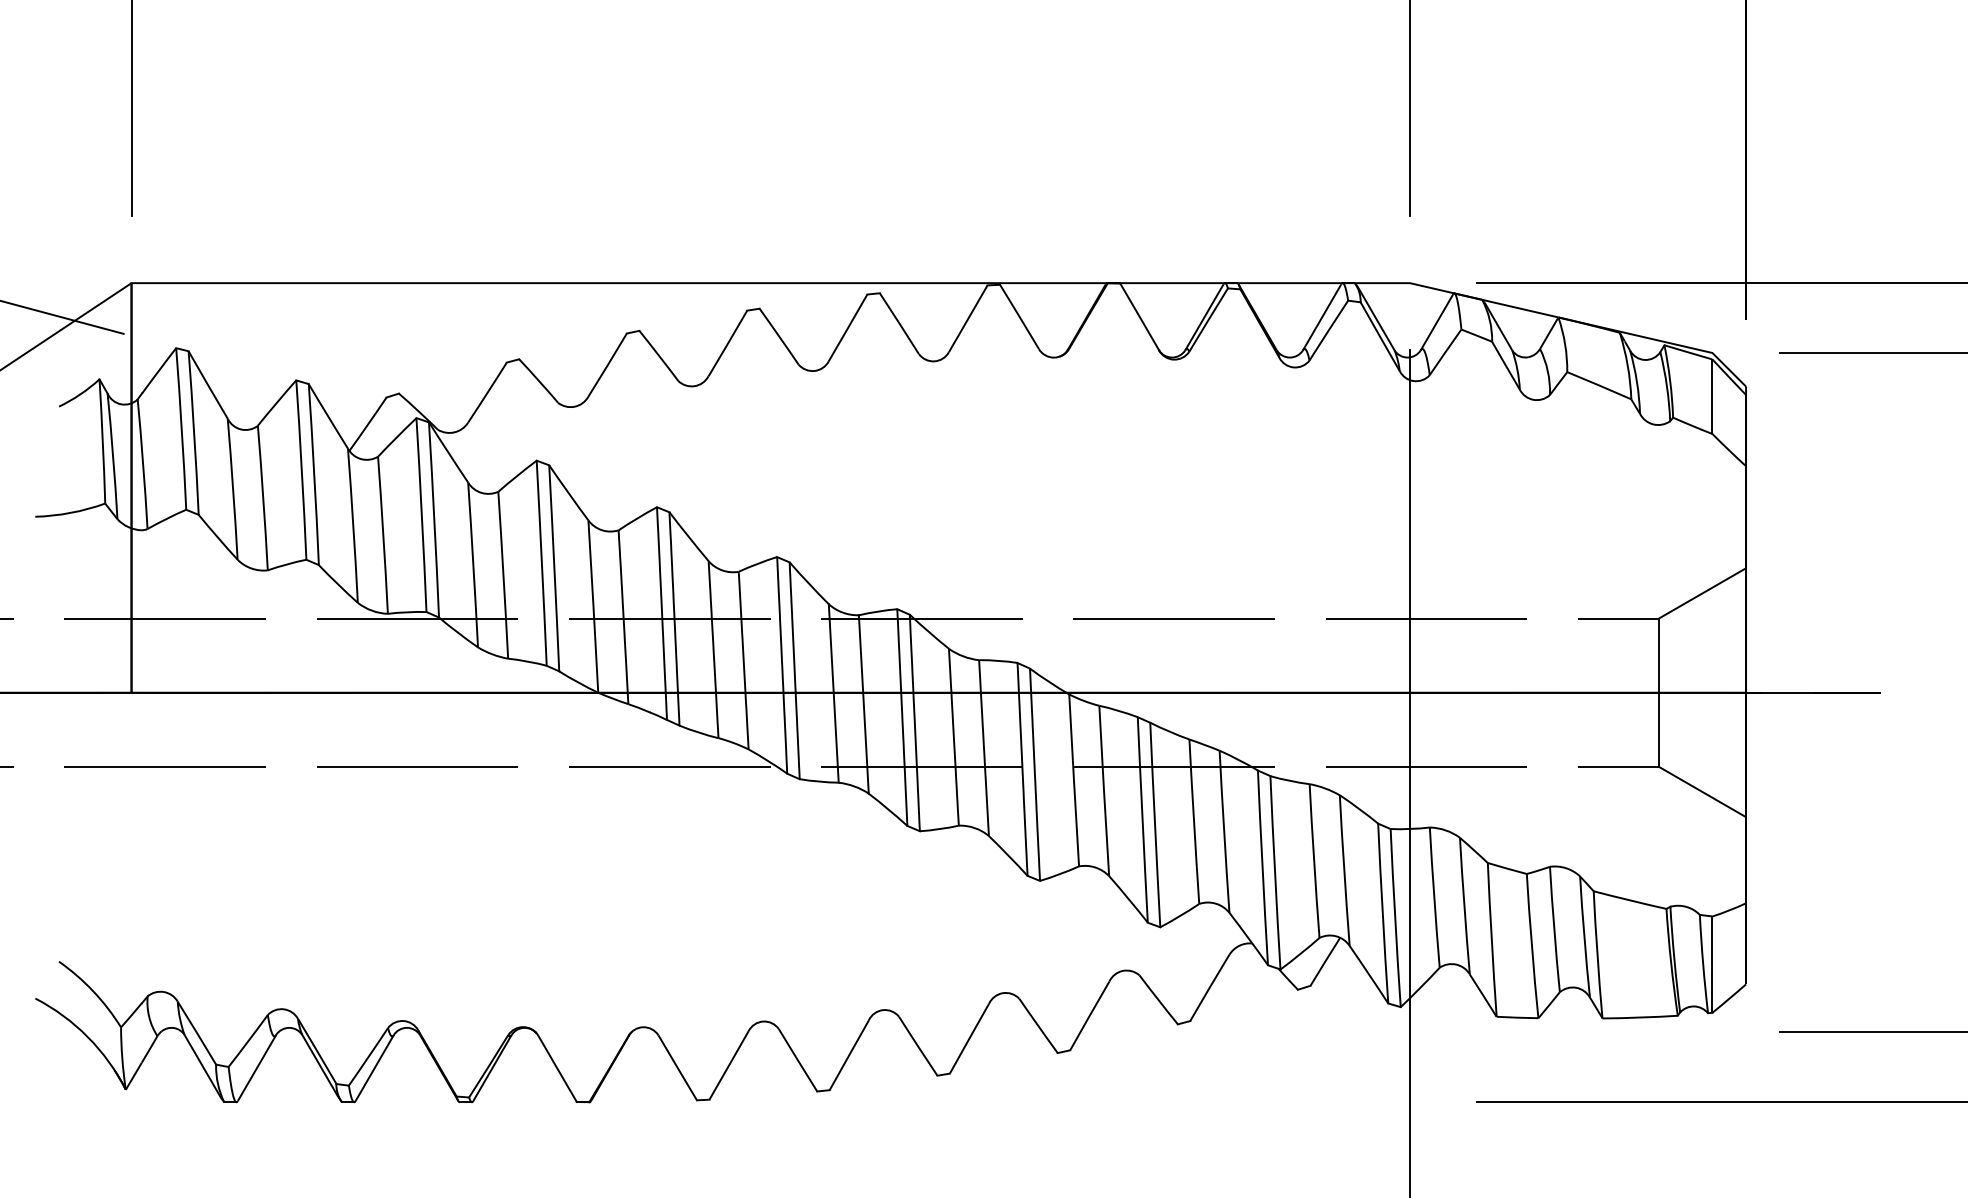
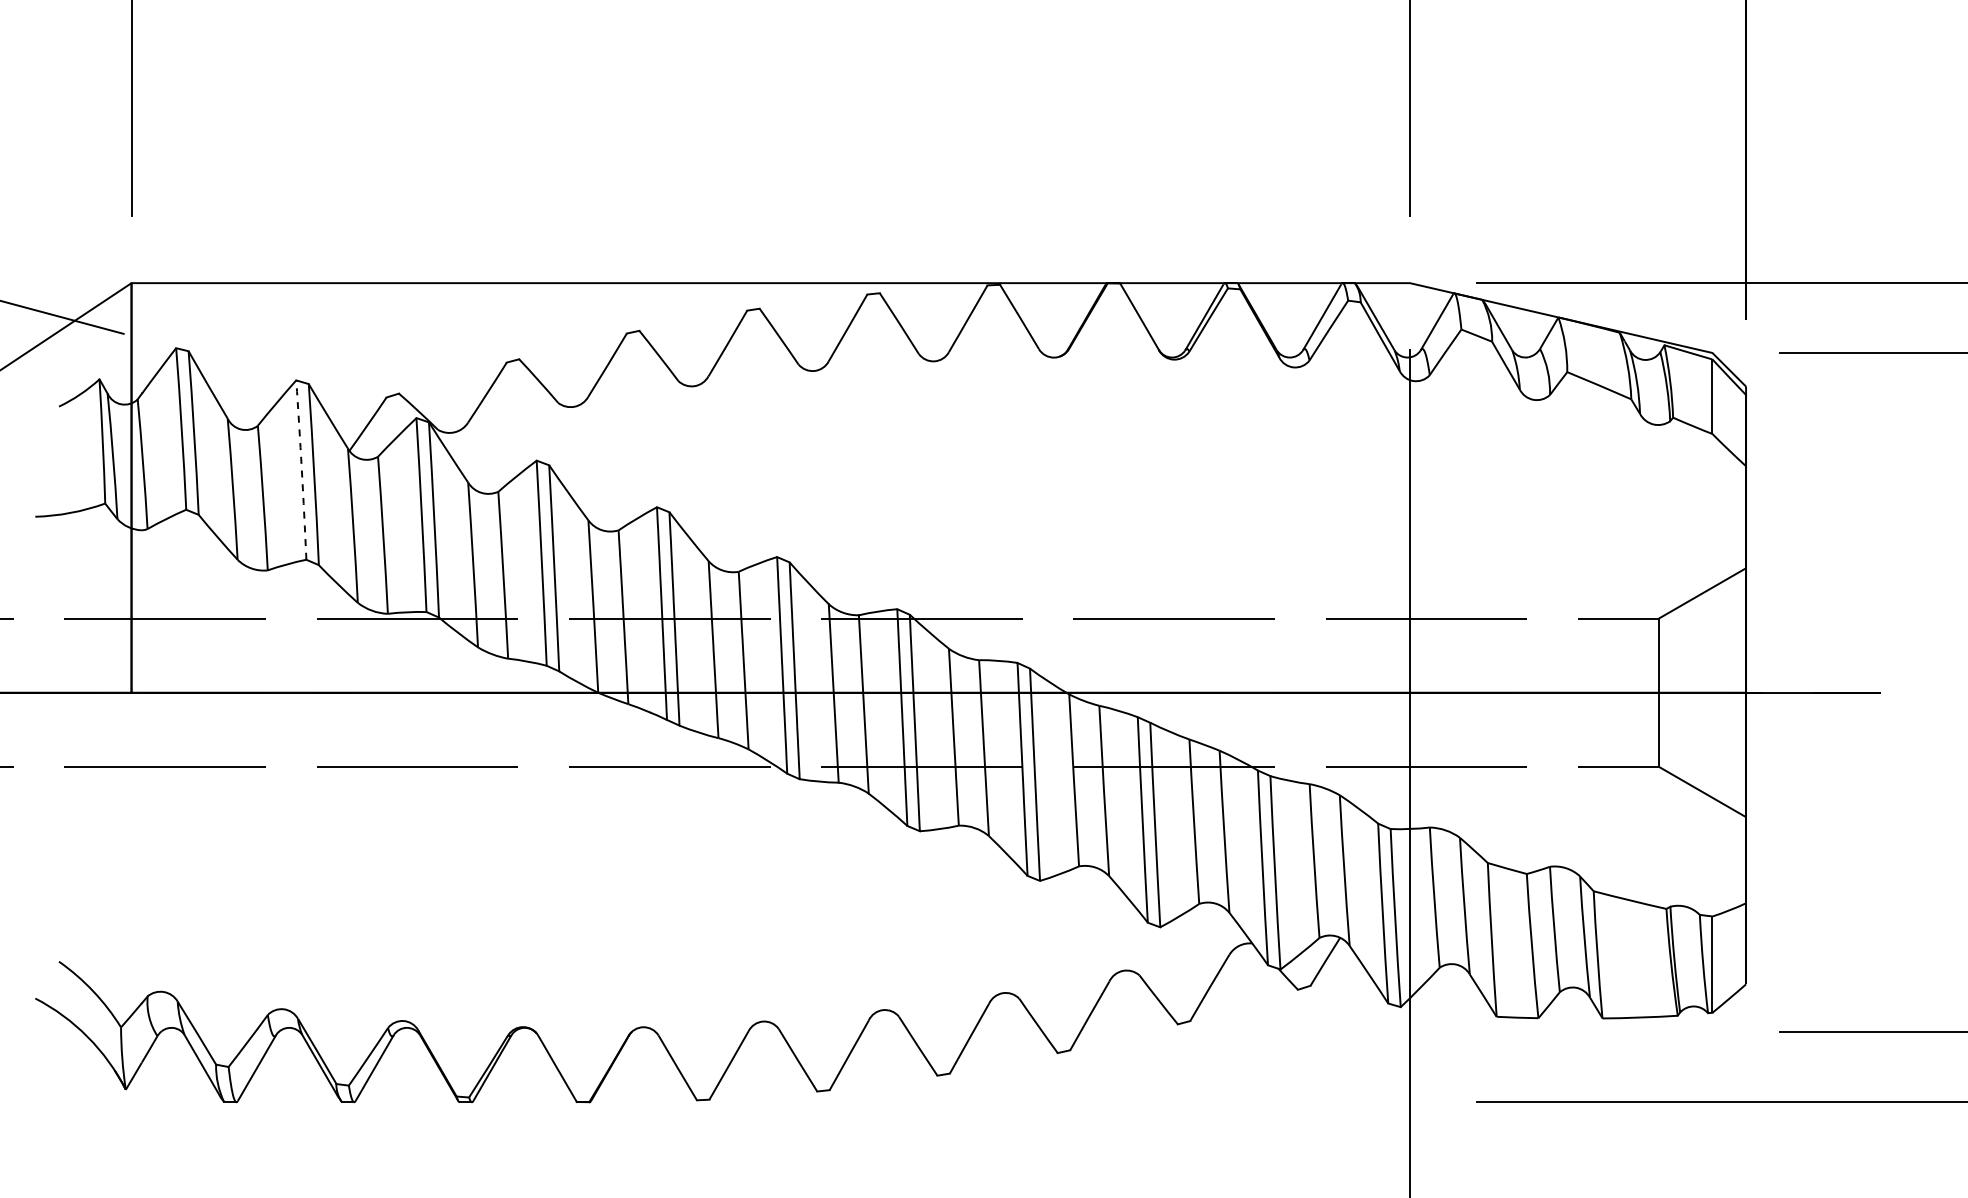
arc at (301, 470): solid -> dashed
